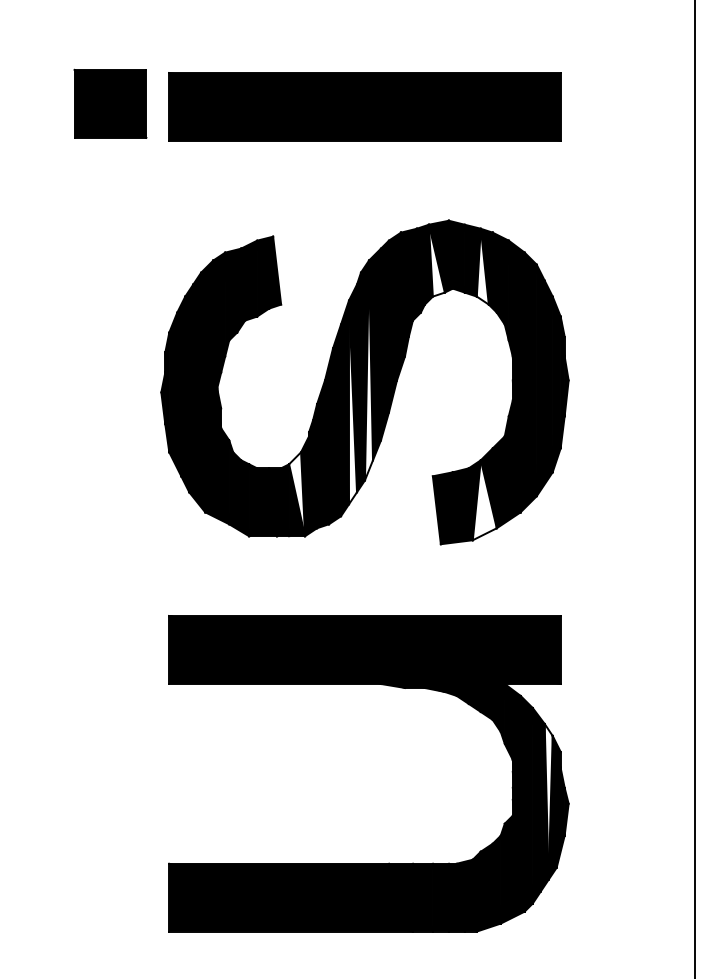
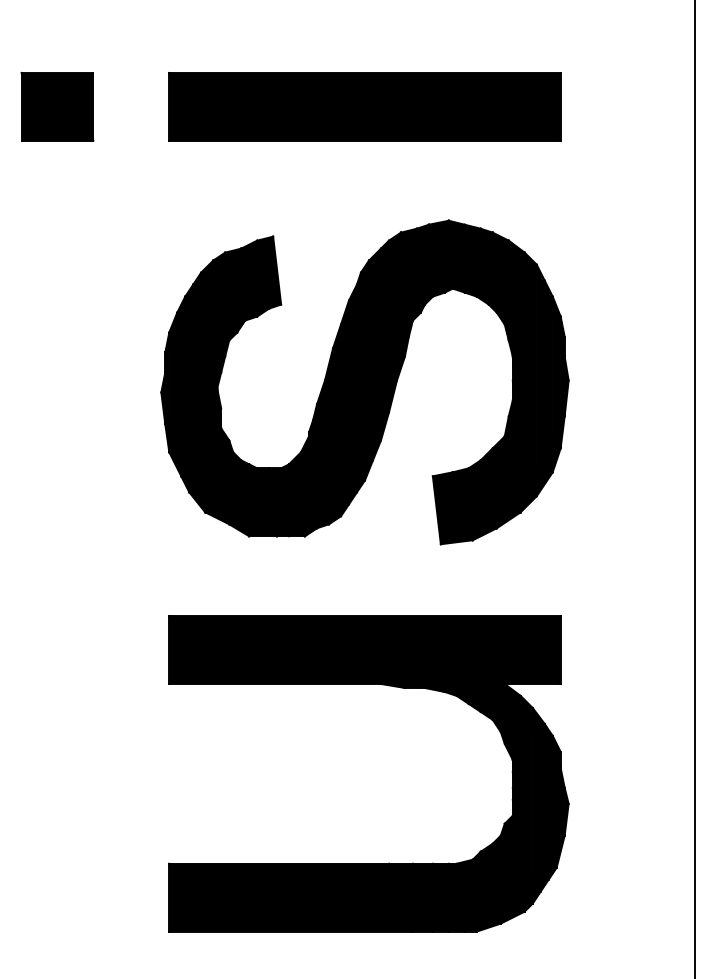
part at (110, 103) position: (110, 103) -> (57, 106)
fill at (436, 260): none -> present
fill at (482, 266): none -> present
fill at (368, 370): none -> present
fill at (353, 402): none -> present
fill at (297, 494): none -> present
fill at (484, 500): none -> present
fill at (548, 801): none -> present
